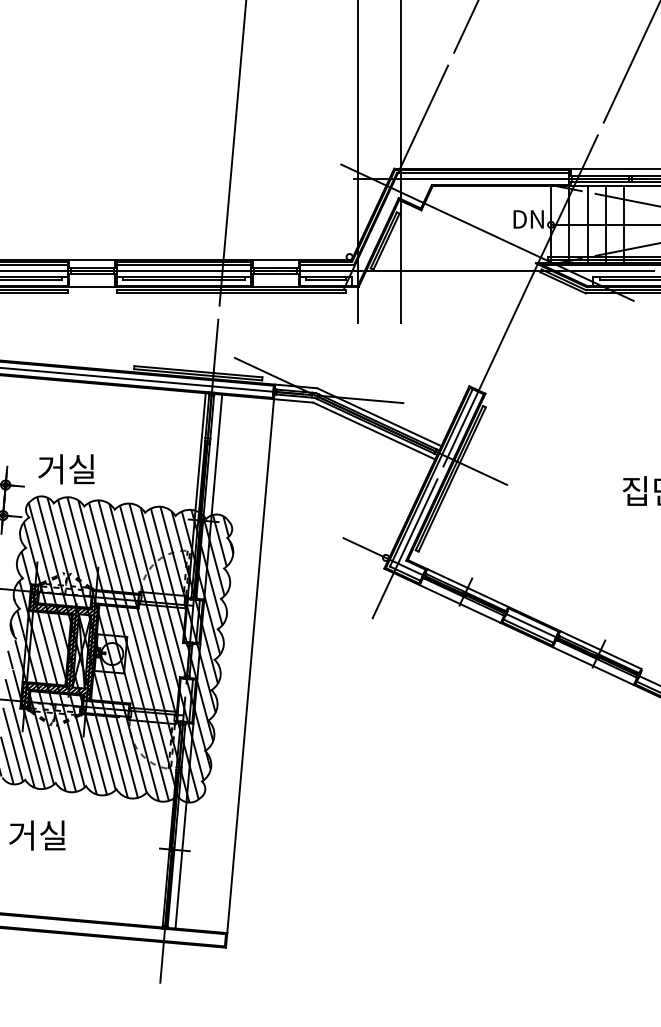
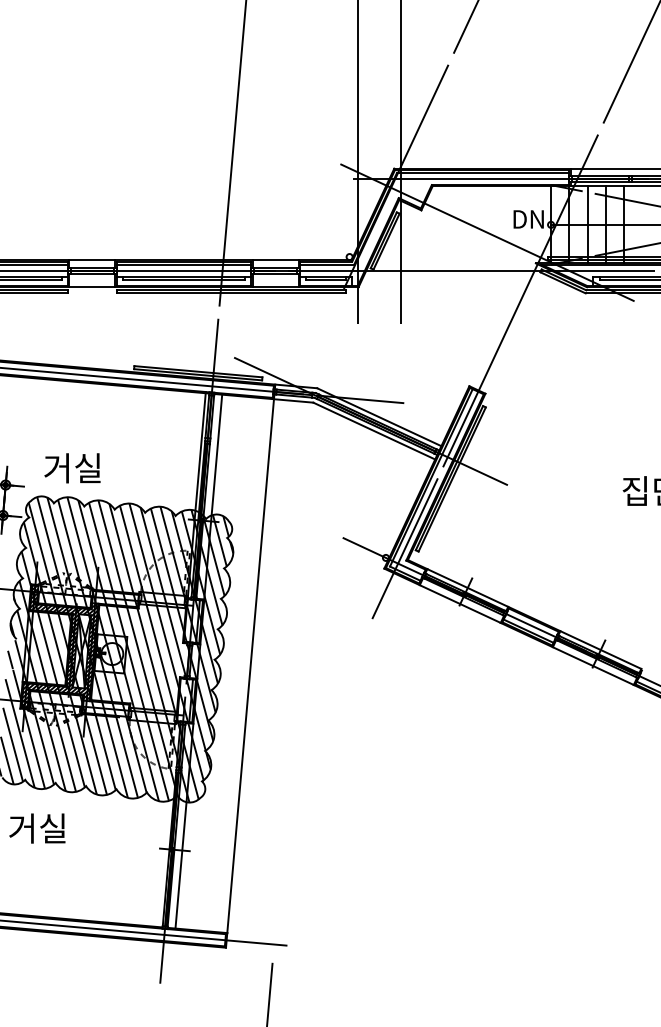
text at (66, 469) position: (66, 469) -> (72, 468)
text at (37, 835) position: (37, 835) -> (37, 828)
line at (144, 932): none -> present
line at (269, 992): none -> present
